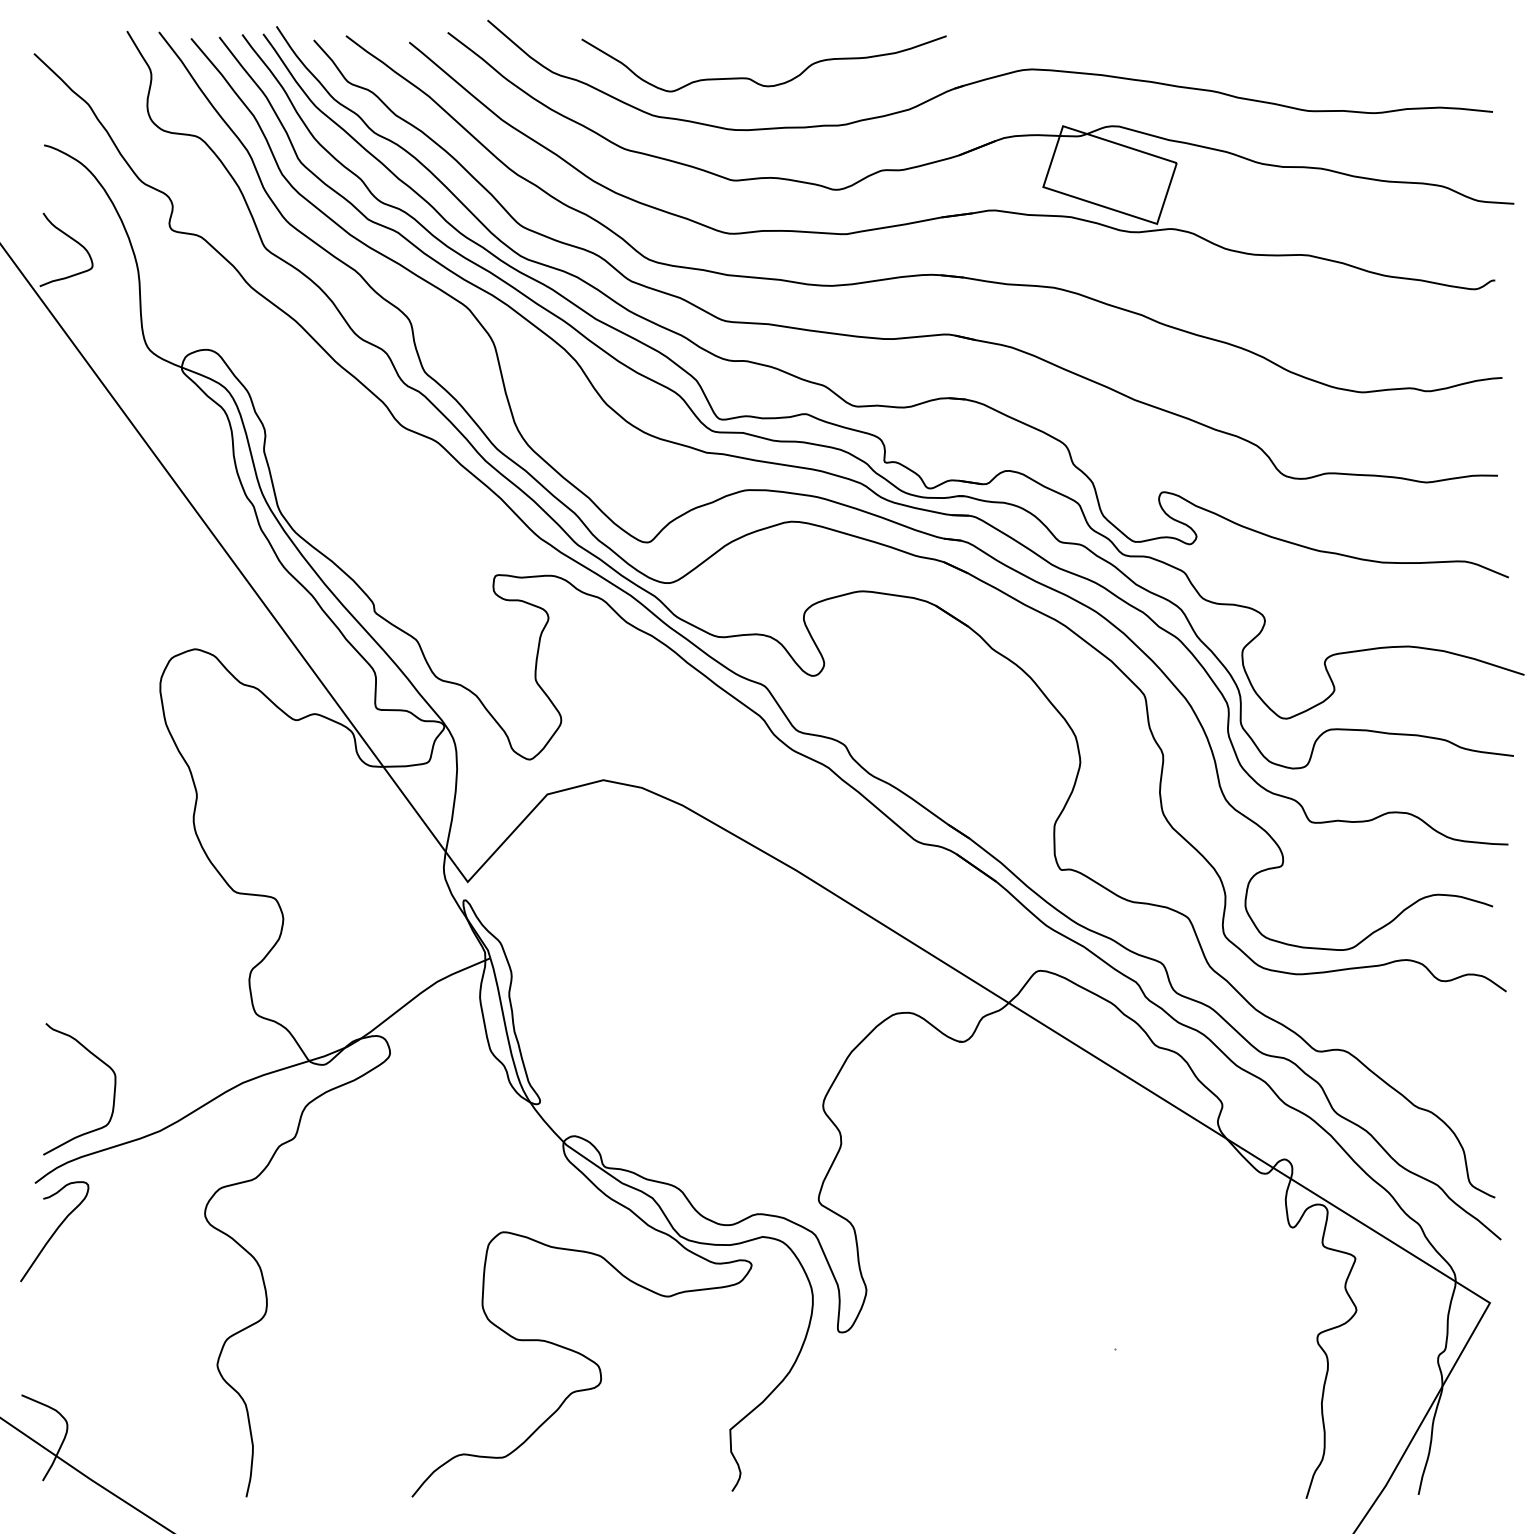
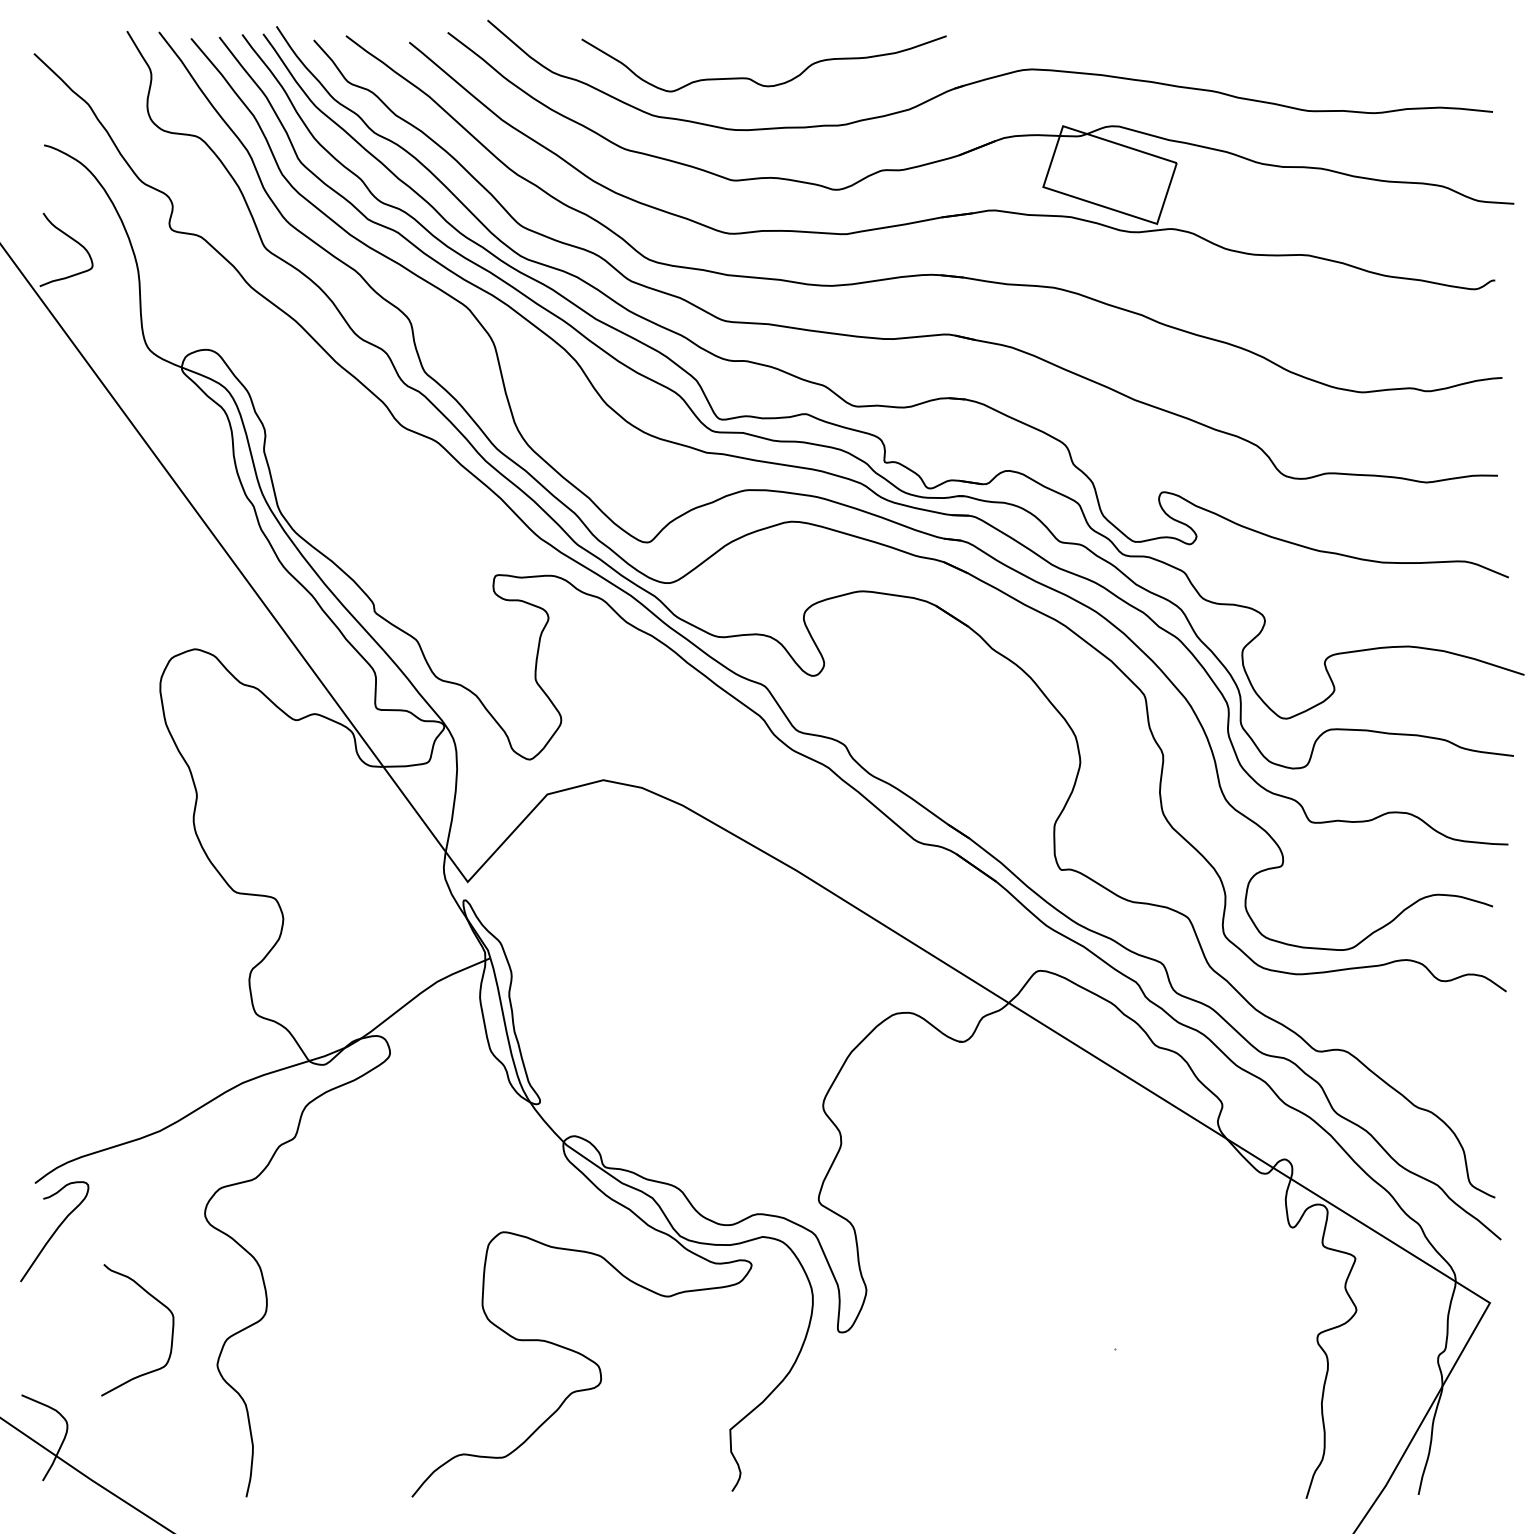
curve at (113, 1092) position: (113, 1092) -> (171, 1333)
